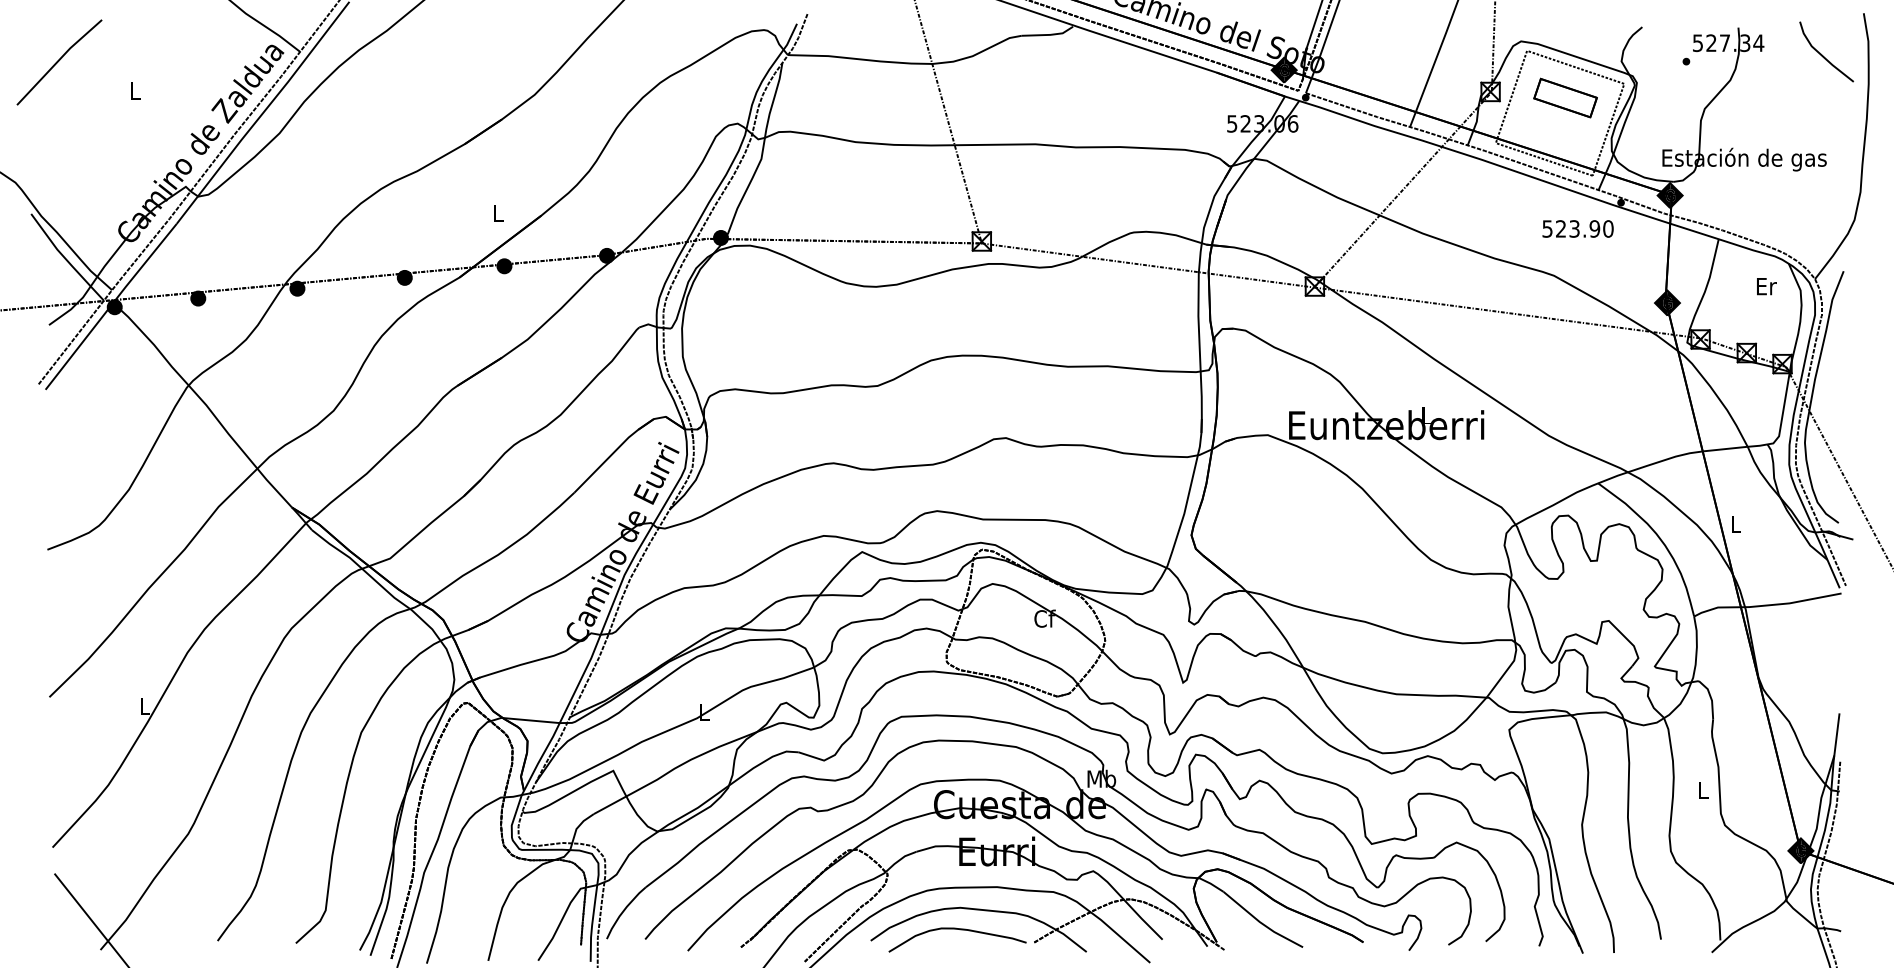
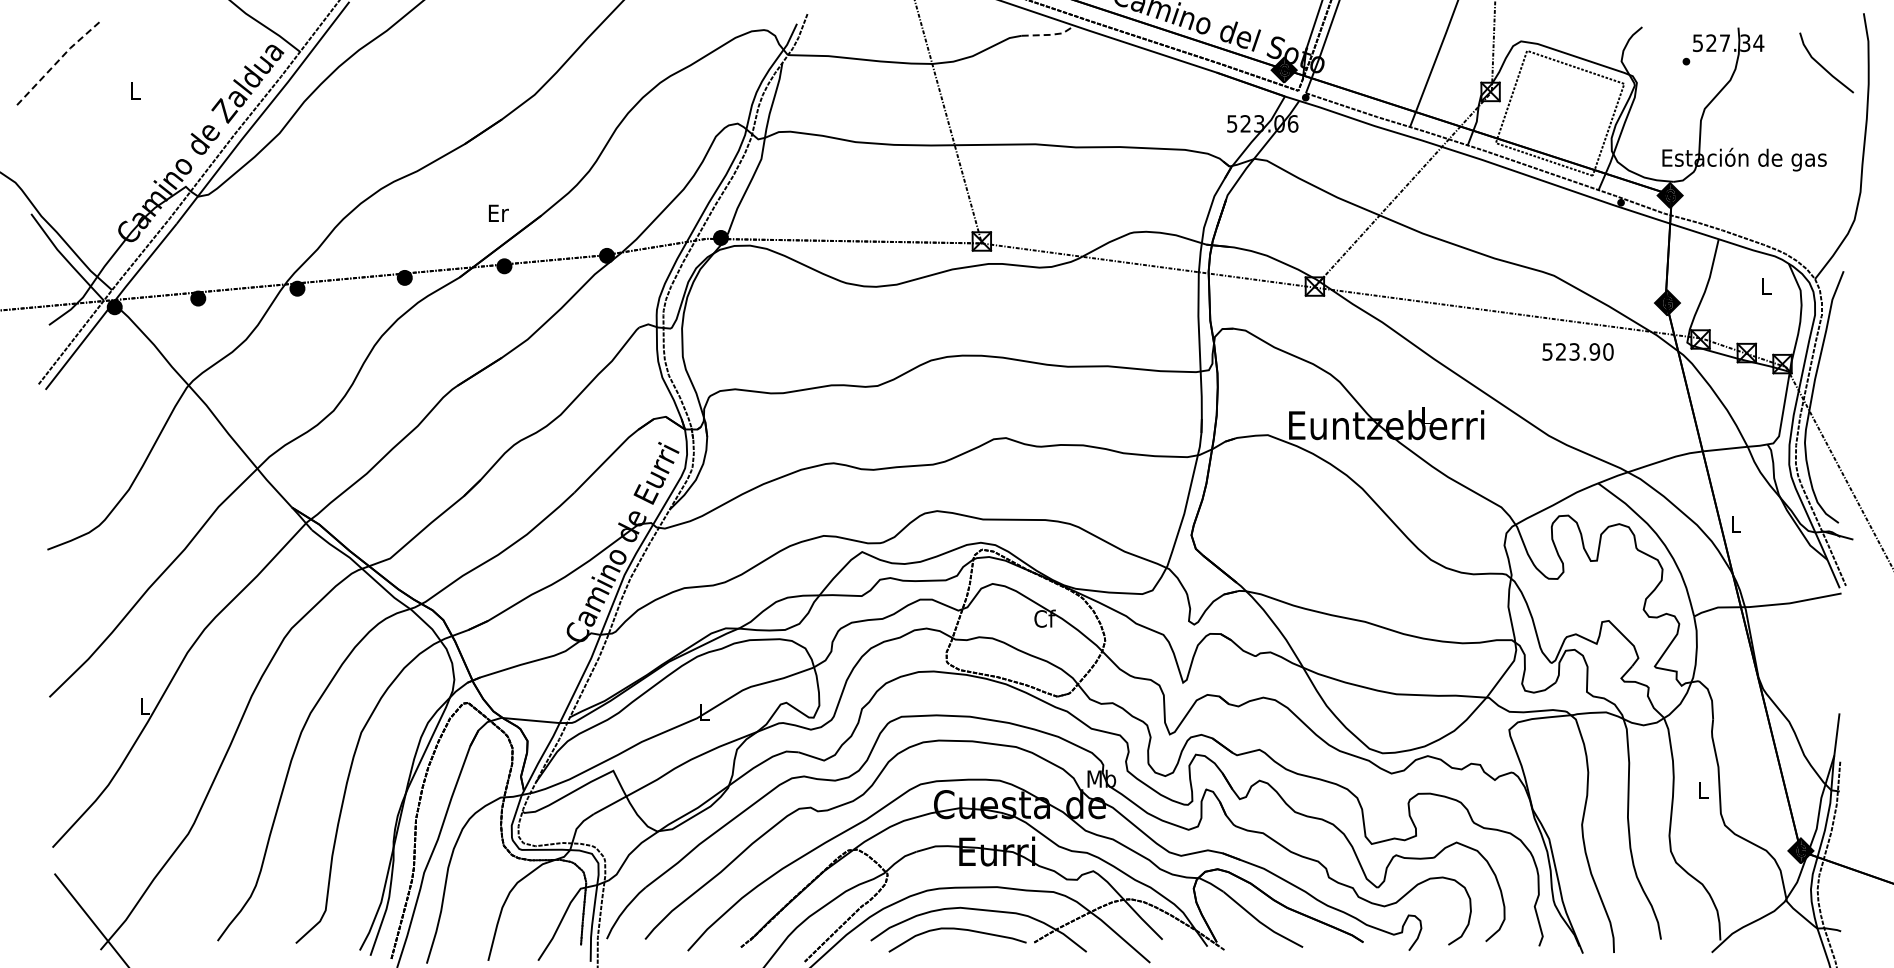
line at (1050, 34): solid -> dashed
line at (1822, 54) position: (1822, 54) -> (1822, 65)
line at (58, 60): solid -> dashed
part at (1565, 97): present -> none
text at (498, 212): L -> Er
text at (1577, 228) position: (1577, 228) -> (1577, 351)
text at (1766, 286): Er -> L
